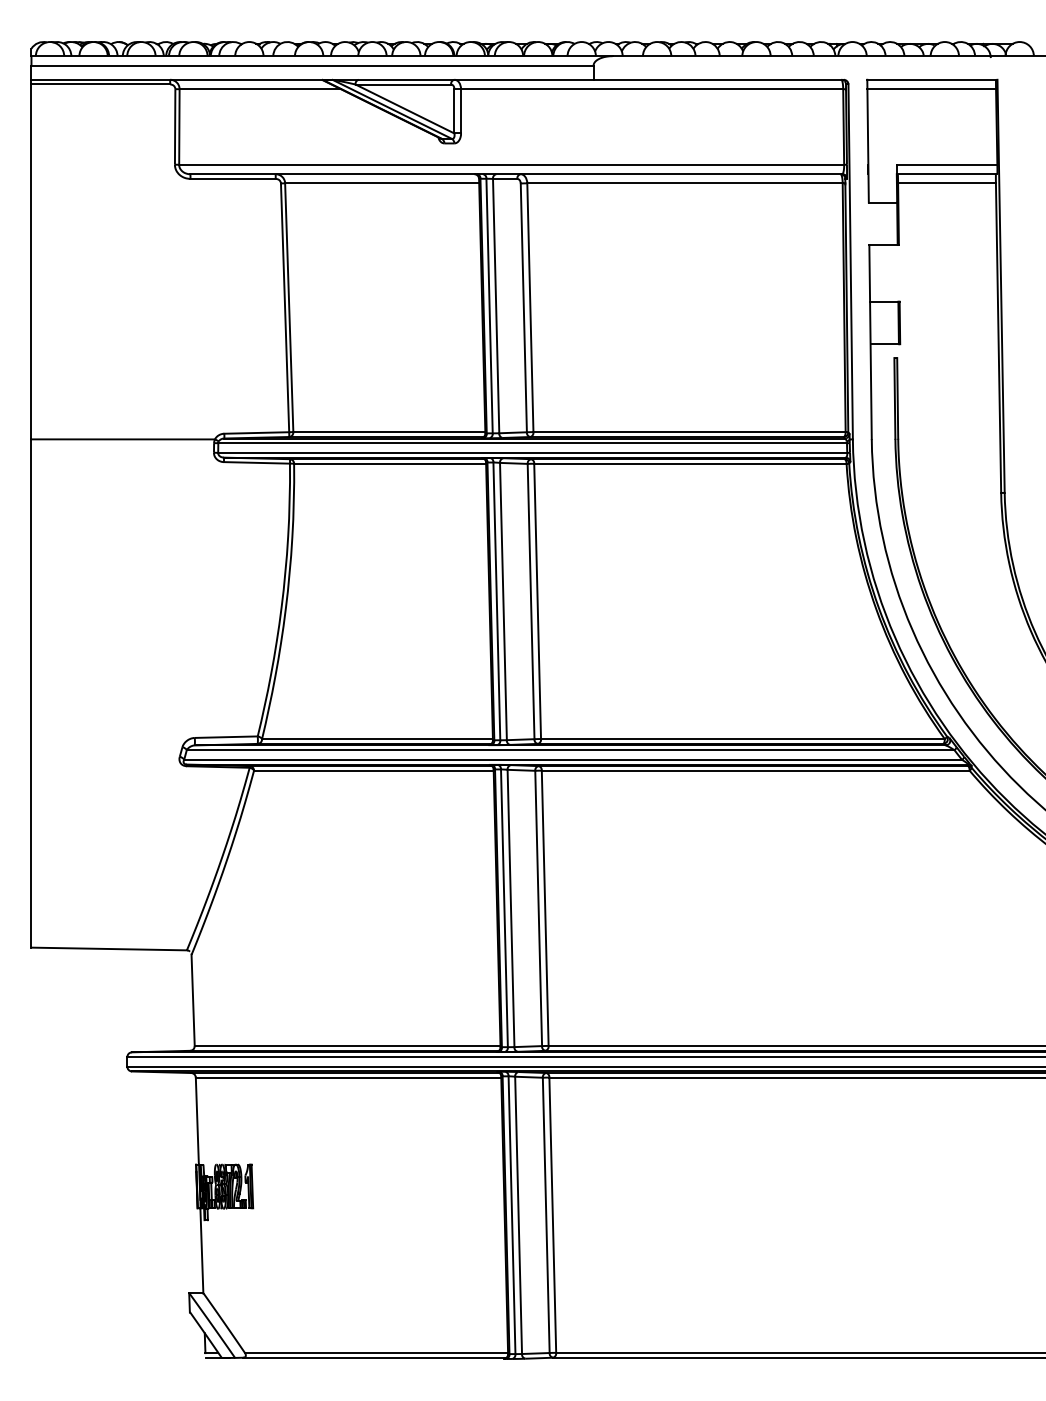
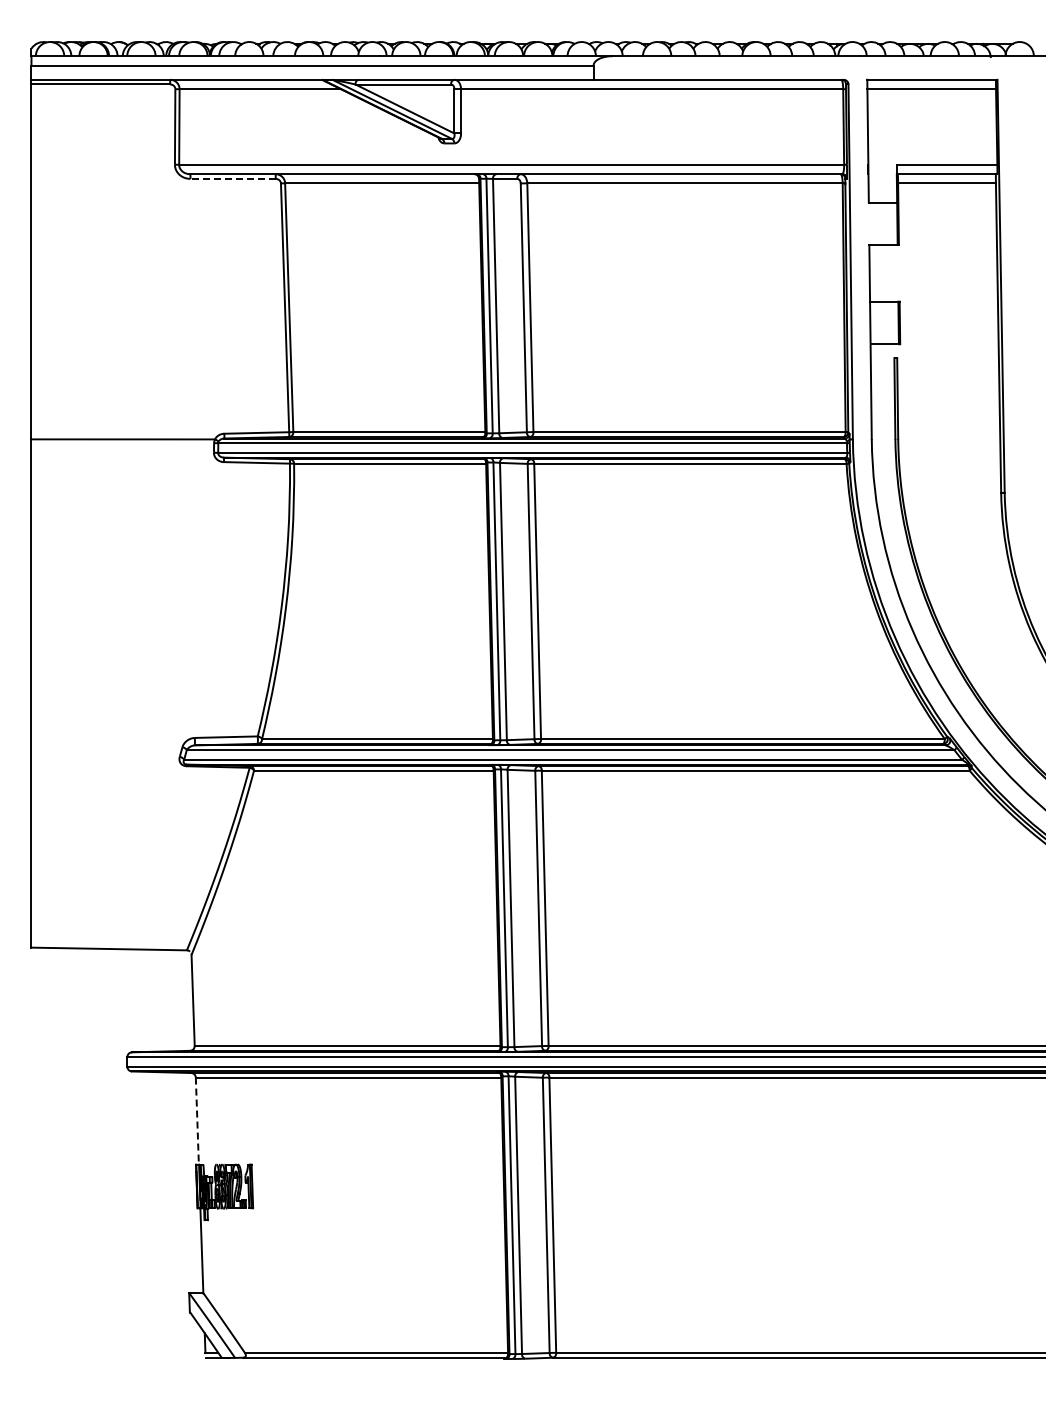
line at (233, 178): solid -> dashed
line at (197, 1121): solid -> dashed
